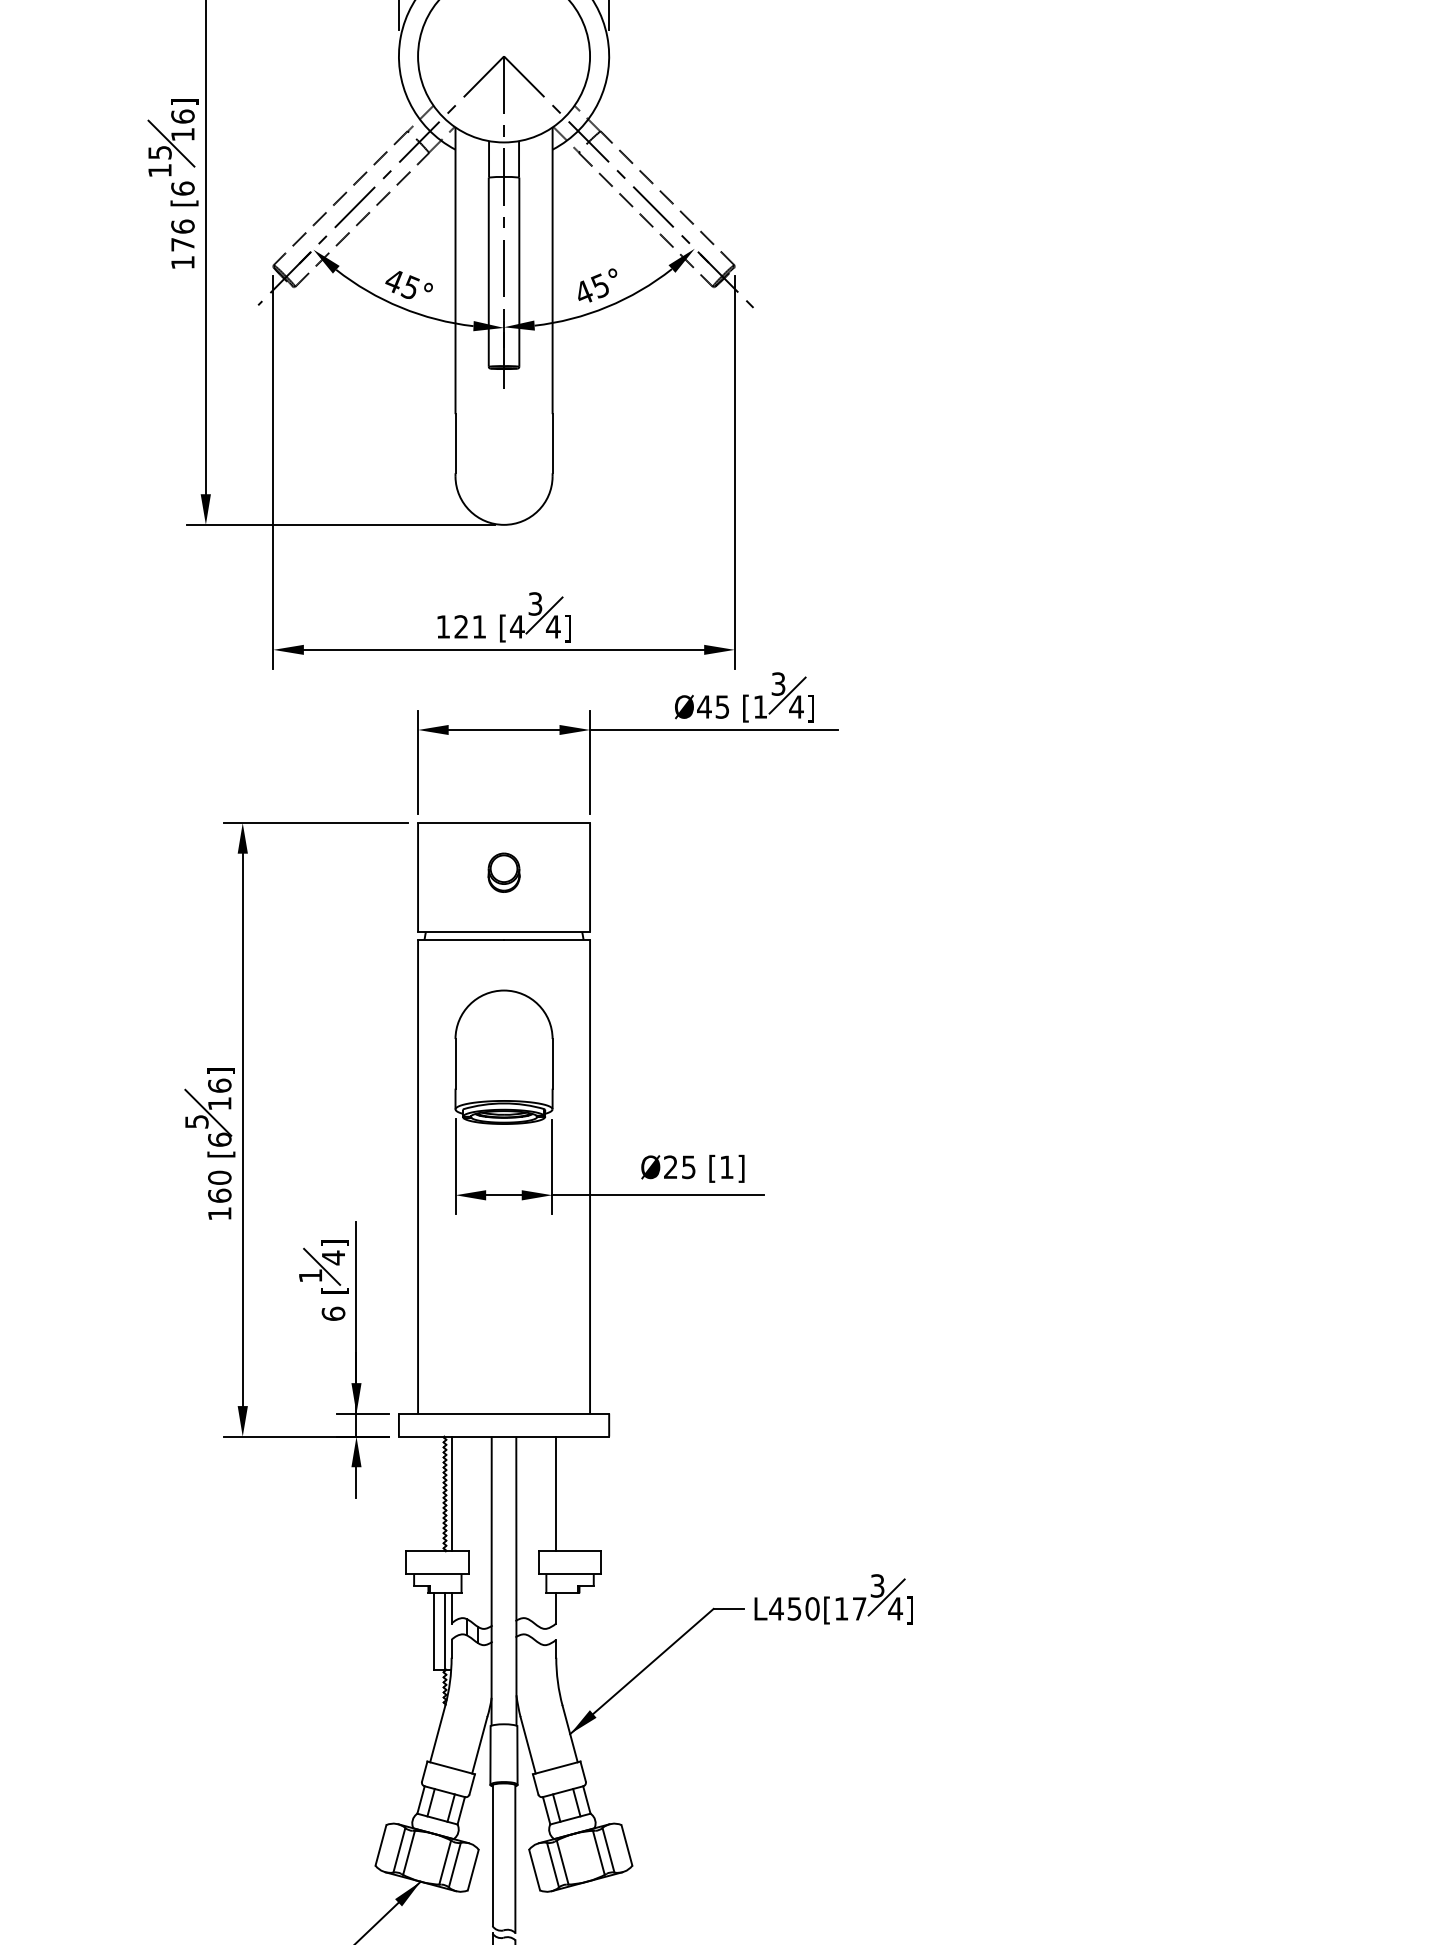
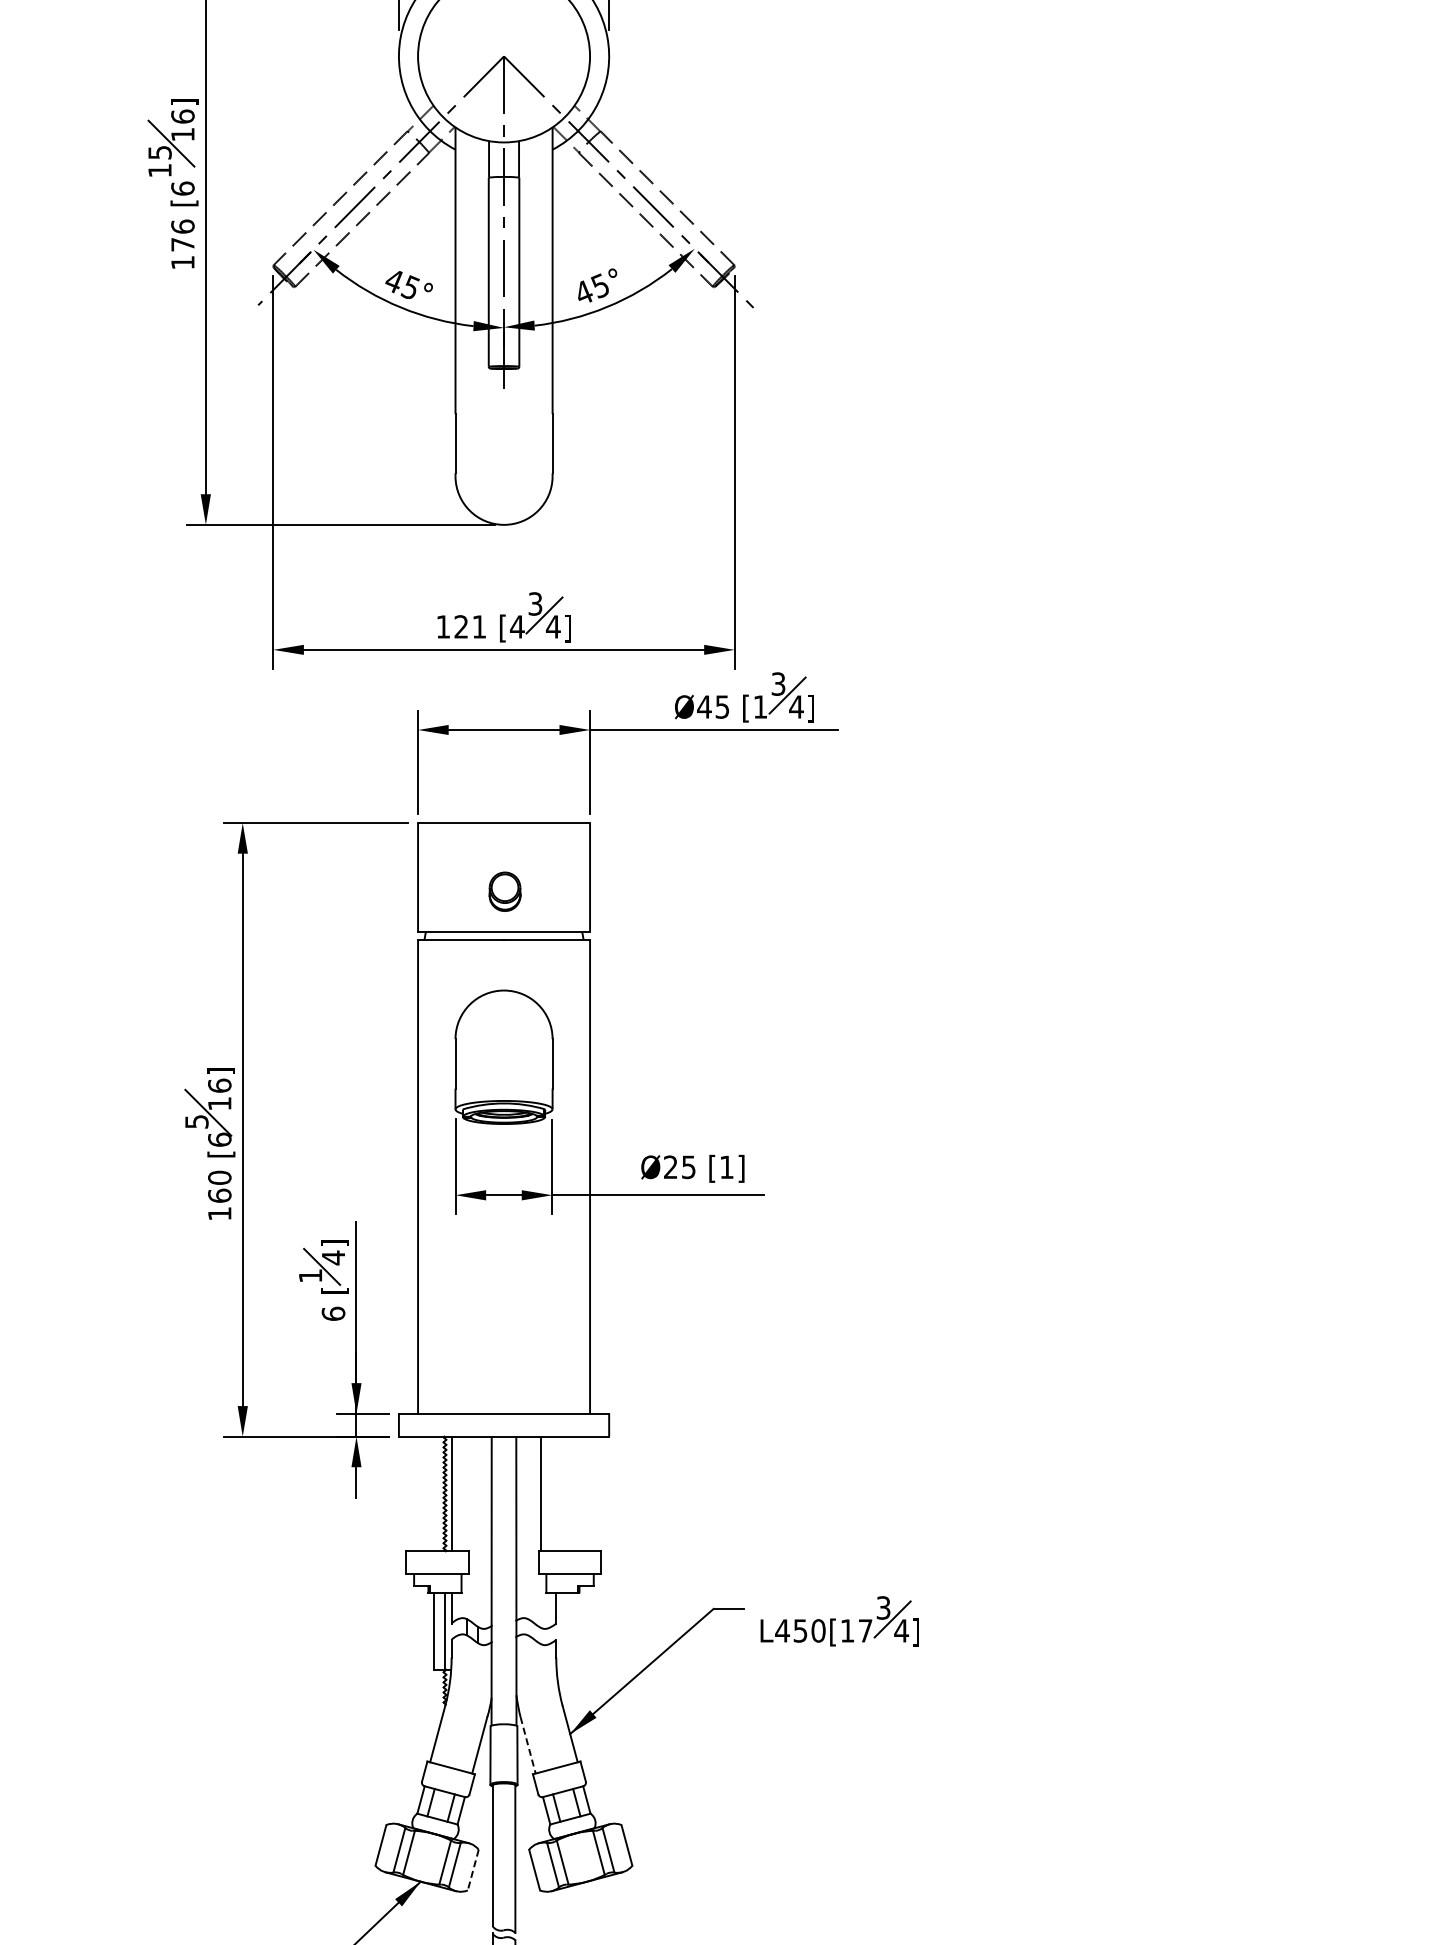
part at (503, 872) position: (503, 872) -> (504, 891)
line at (556, 1493) position: (556, 1493) -> (541, 1493)
part at (833, 1599) position: (833, 1599) -> (839, 1621)
line at (528, 1745): solid -> dashed
line at (473, 1870): solid -> dashed
